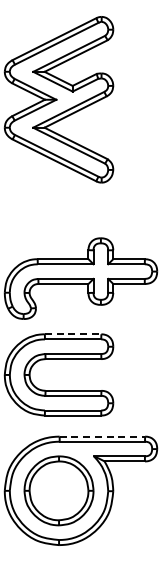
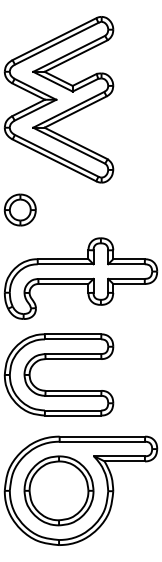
part at (19, 209): none -> present
line at (73, 334): dashed -> solid
line at (102, 436): dashed -> solid
